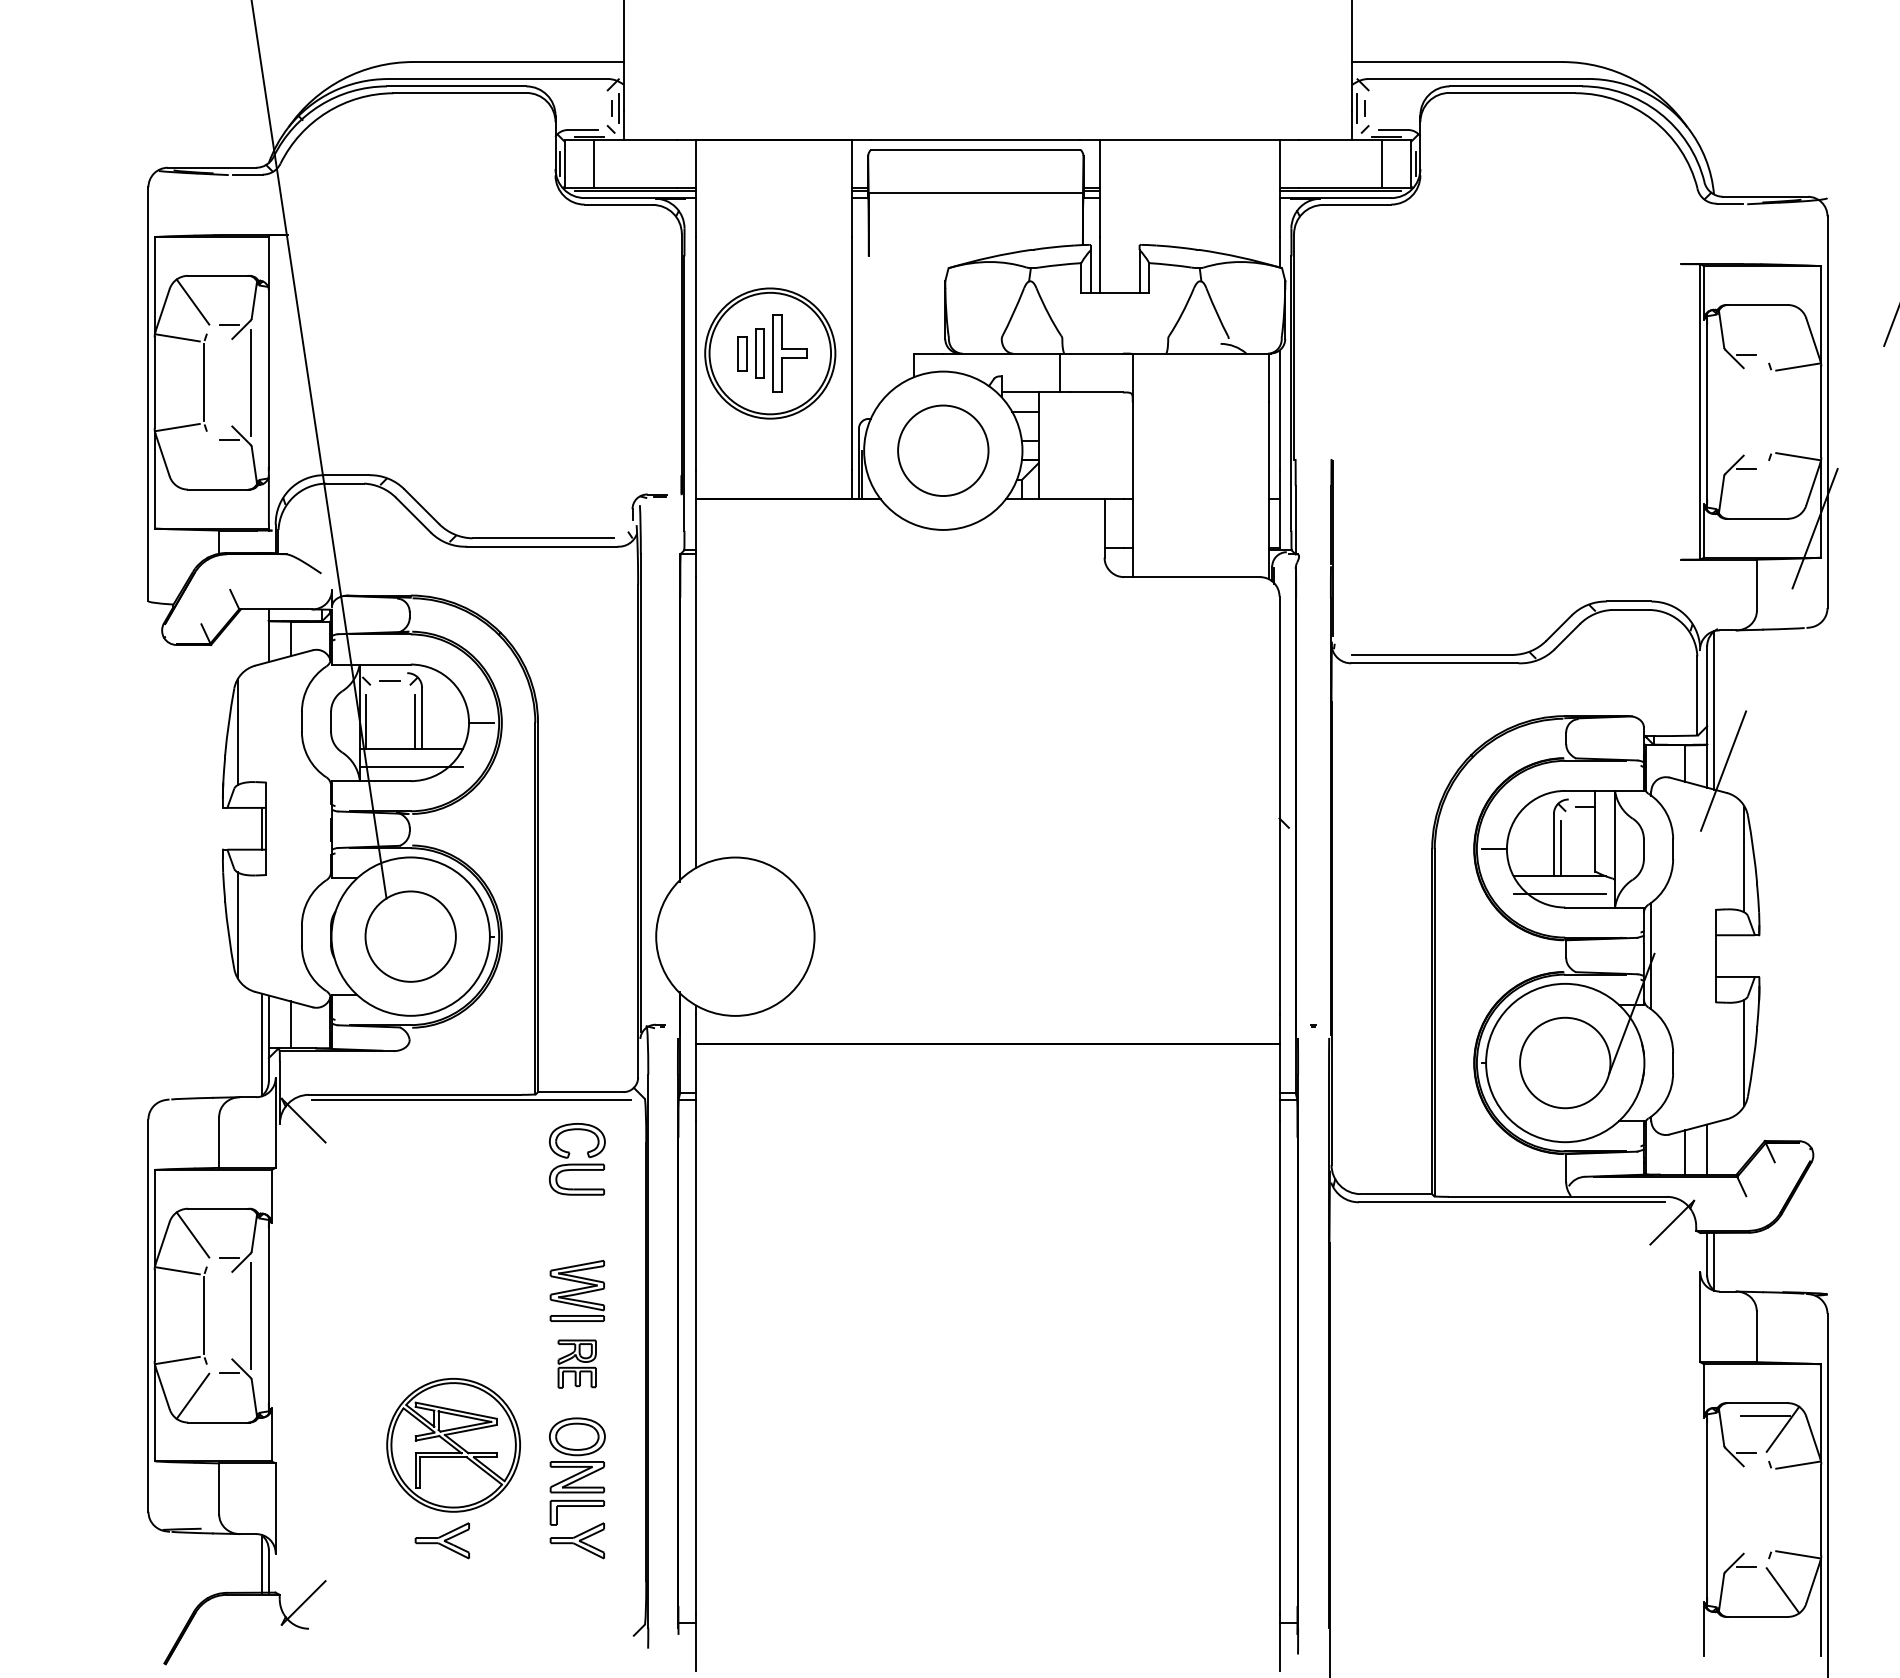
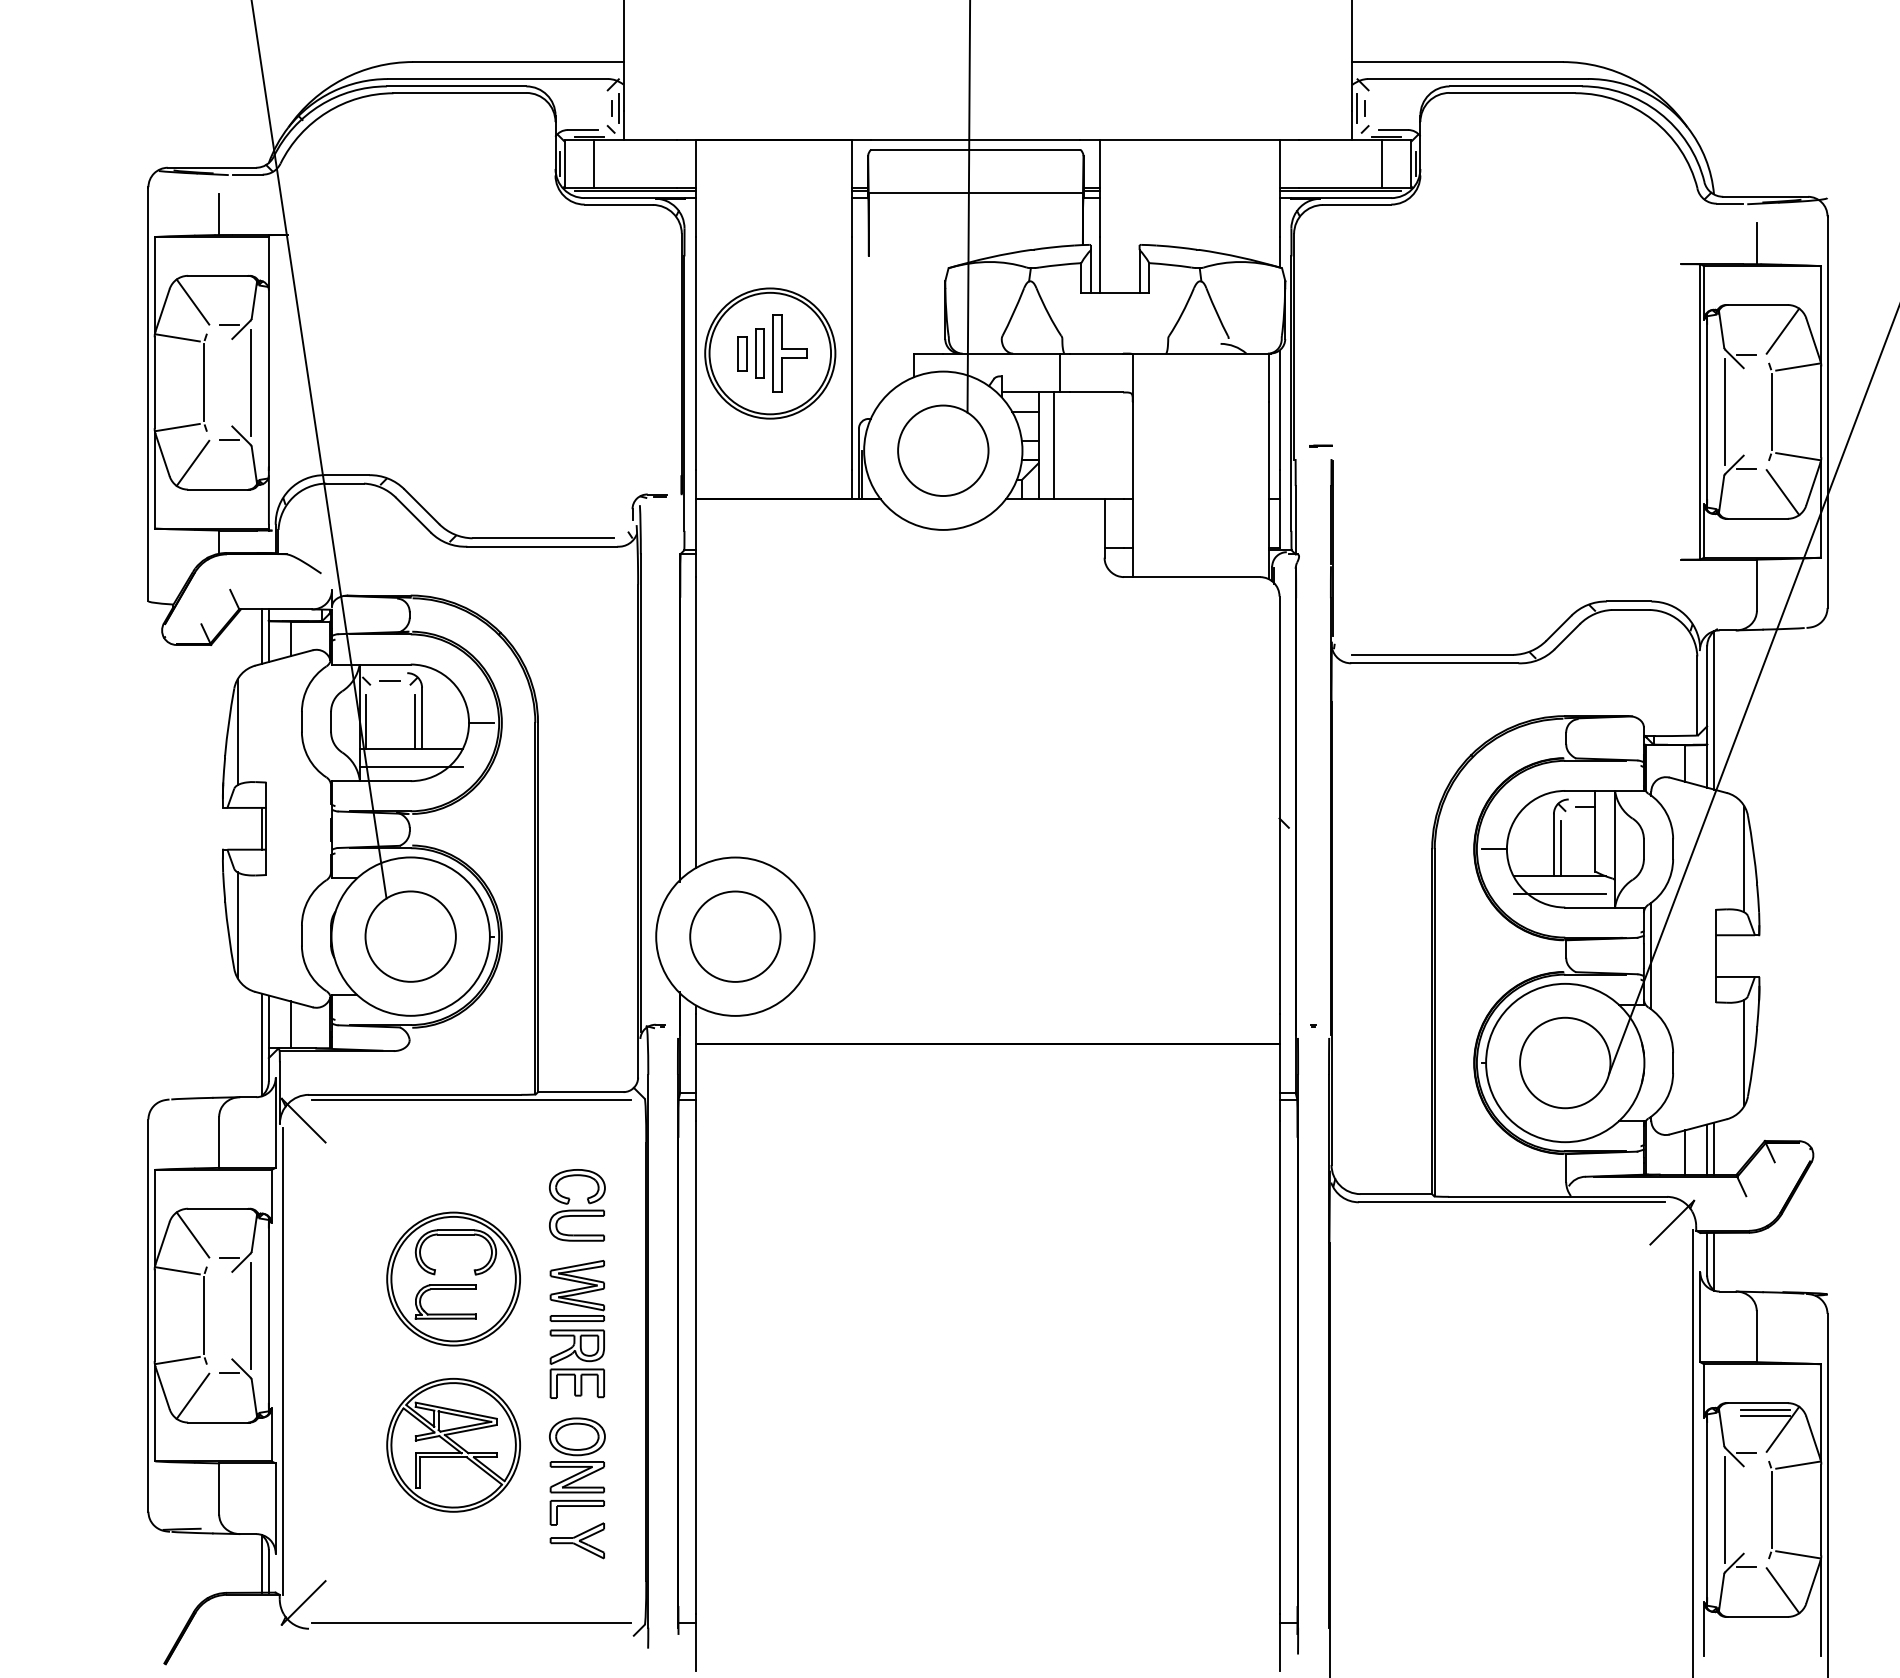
line at (968, 207): none -> present
line at (219, 214): none -> present
line at (1756, 243): none -> present
line at (1782, 330): none -> present
line at (1725, 411): none -> present
line at (1771, 411): none -> present
line at (1053, 445): none -> present
line at (1320, 445): none -> present
line at (192, 462): none -> present
line at (1782, 492): none -> present
line at (261, 636): none -> present
line at (1754, 689): dashed -> solid
circle at (735, 936): none -> present
line at (1714, 1148): none -> present
part at (577, 1159) position: (577, 1159) -> (577, 1205)
part at (453, 1278): none -> present
line at (282, 1361): none -> present
part at (576, 1363) size: 40x50 px -> 56x70 px
line at (1765, 1410): none -> present
line at (1693, 1452): none -> present
line at (1771, 1509): none -> present
line at (1725, 1510): none -> present
part at (441, 1540): present -> none
line at (470, 1623): none -> present
